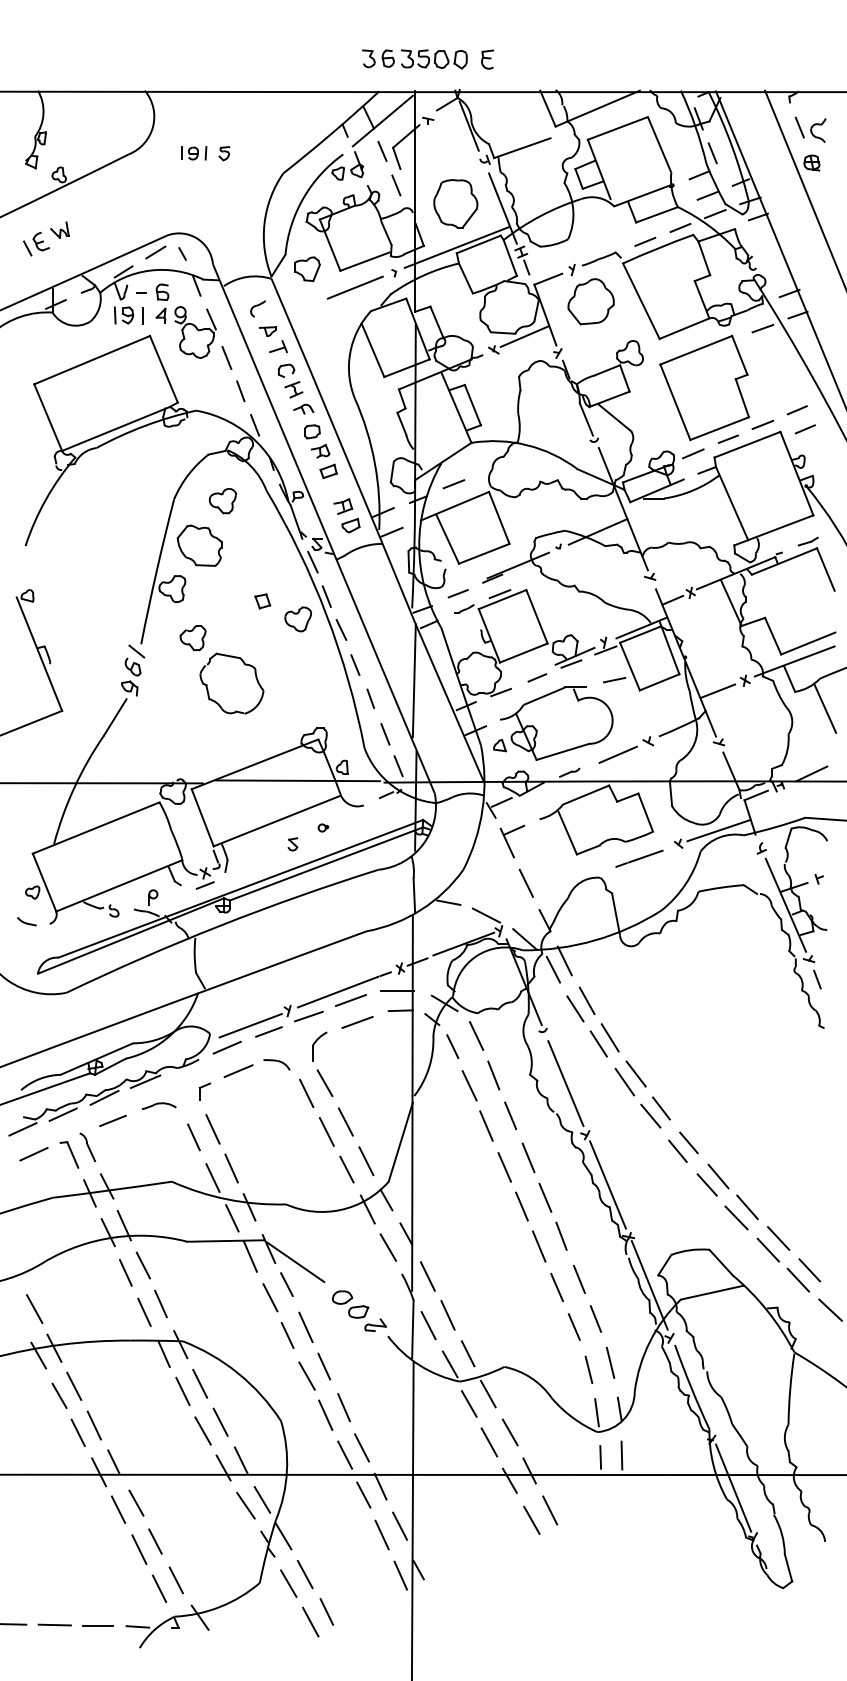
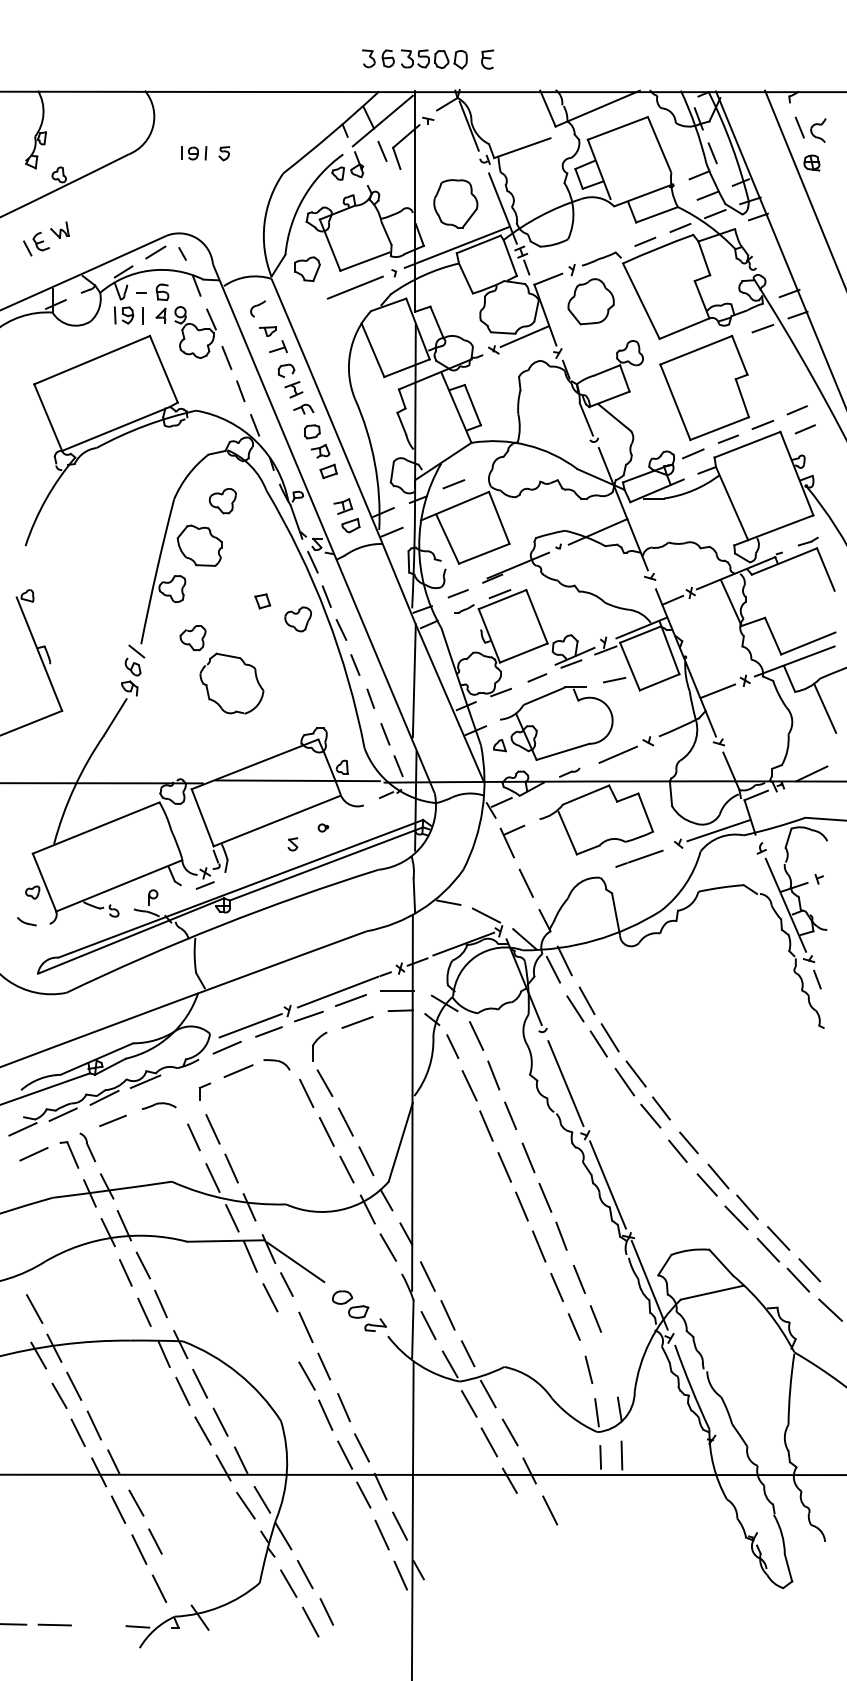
line at (396, 185): present -> none
line at (287, 1335): present -> none
line at (610, 1362): present -> none
line at (733, 1487): present -> none
line at (531, 1519): present -> none
line at (175, 1580): present -> none
line at (97, 1626): present -> none
